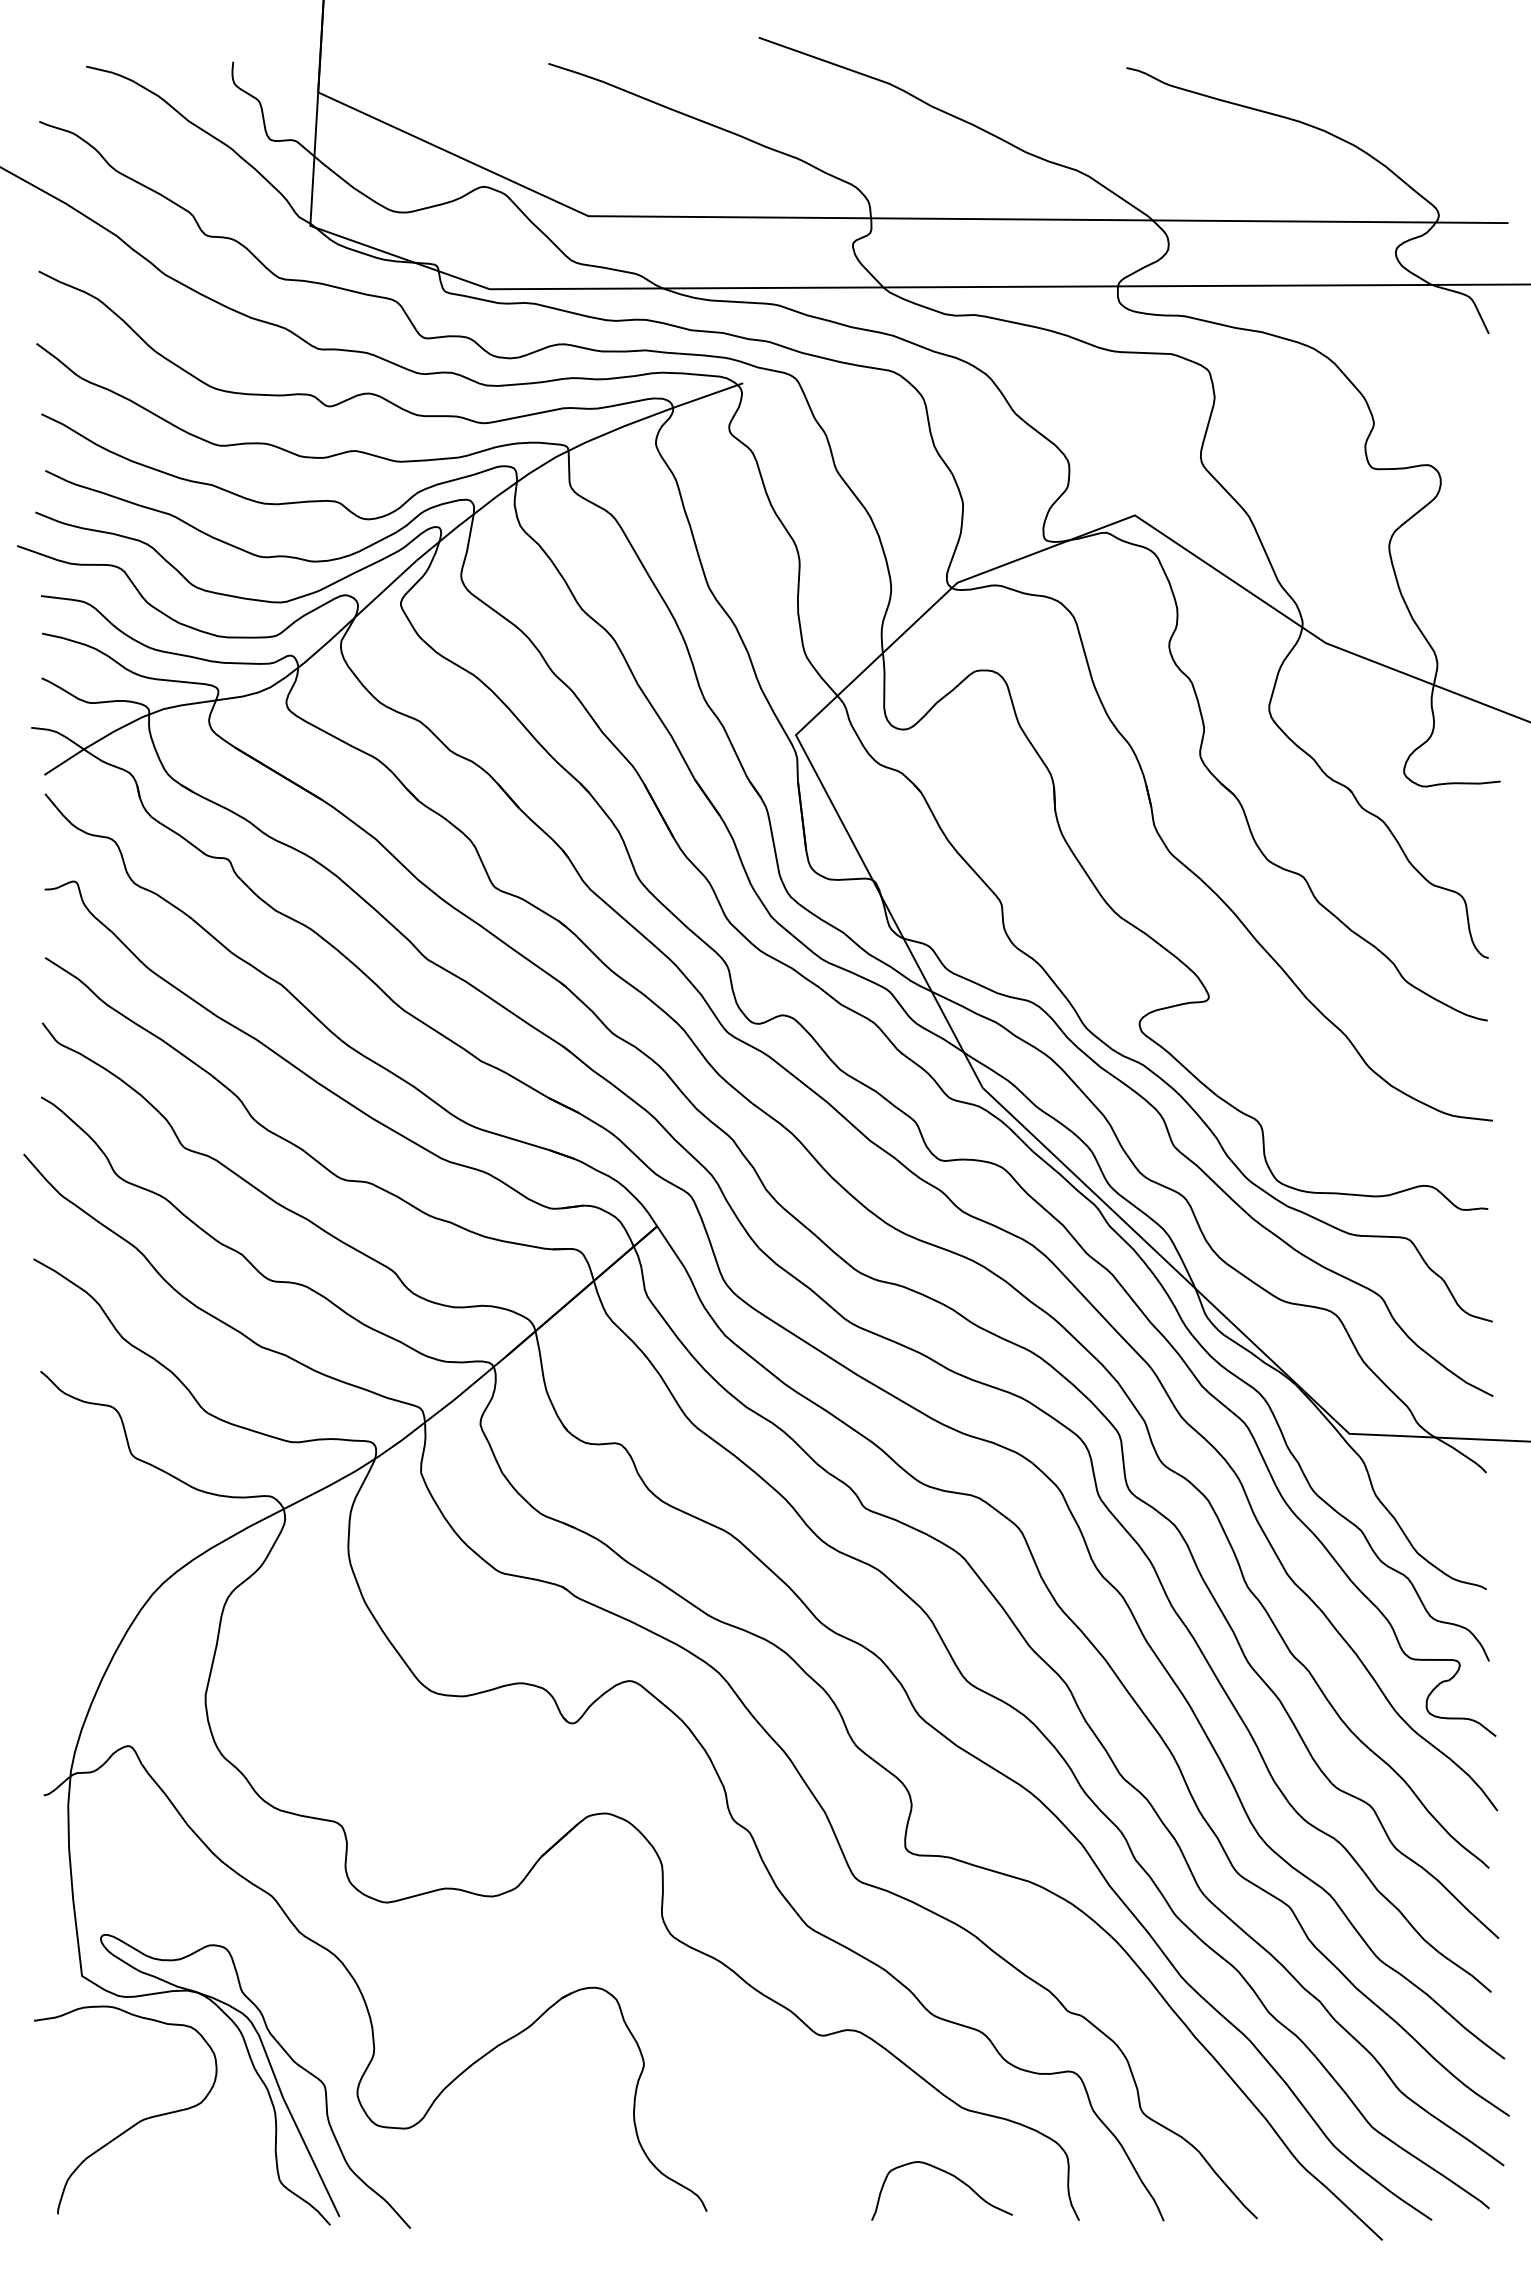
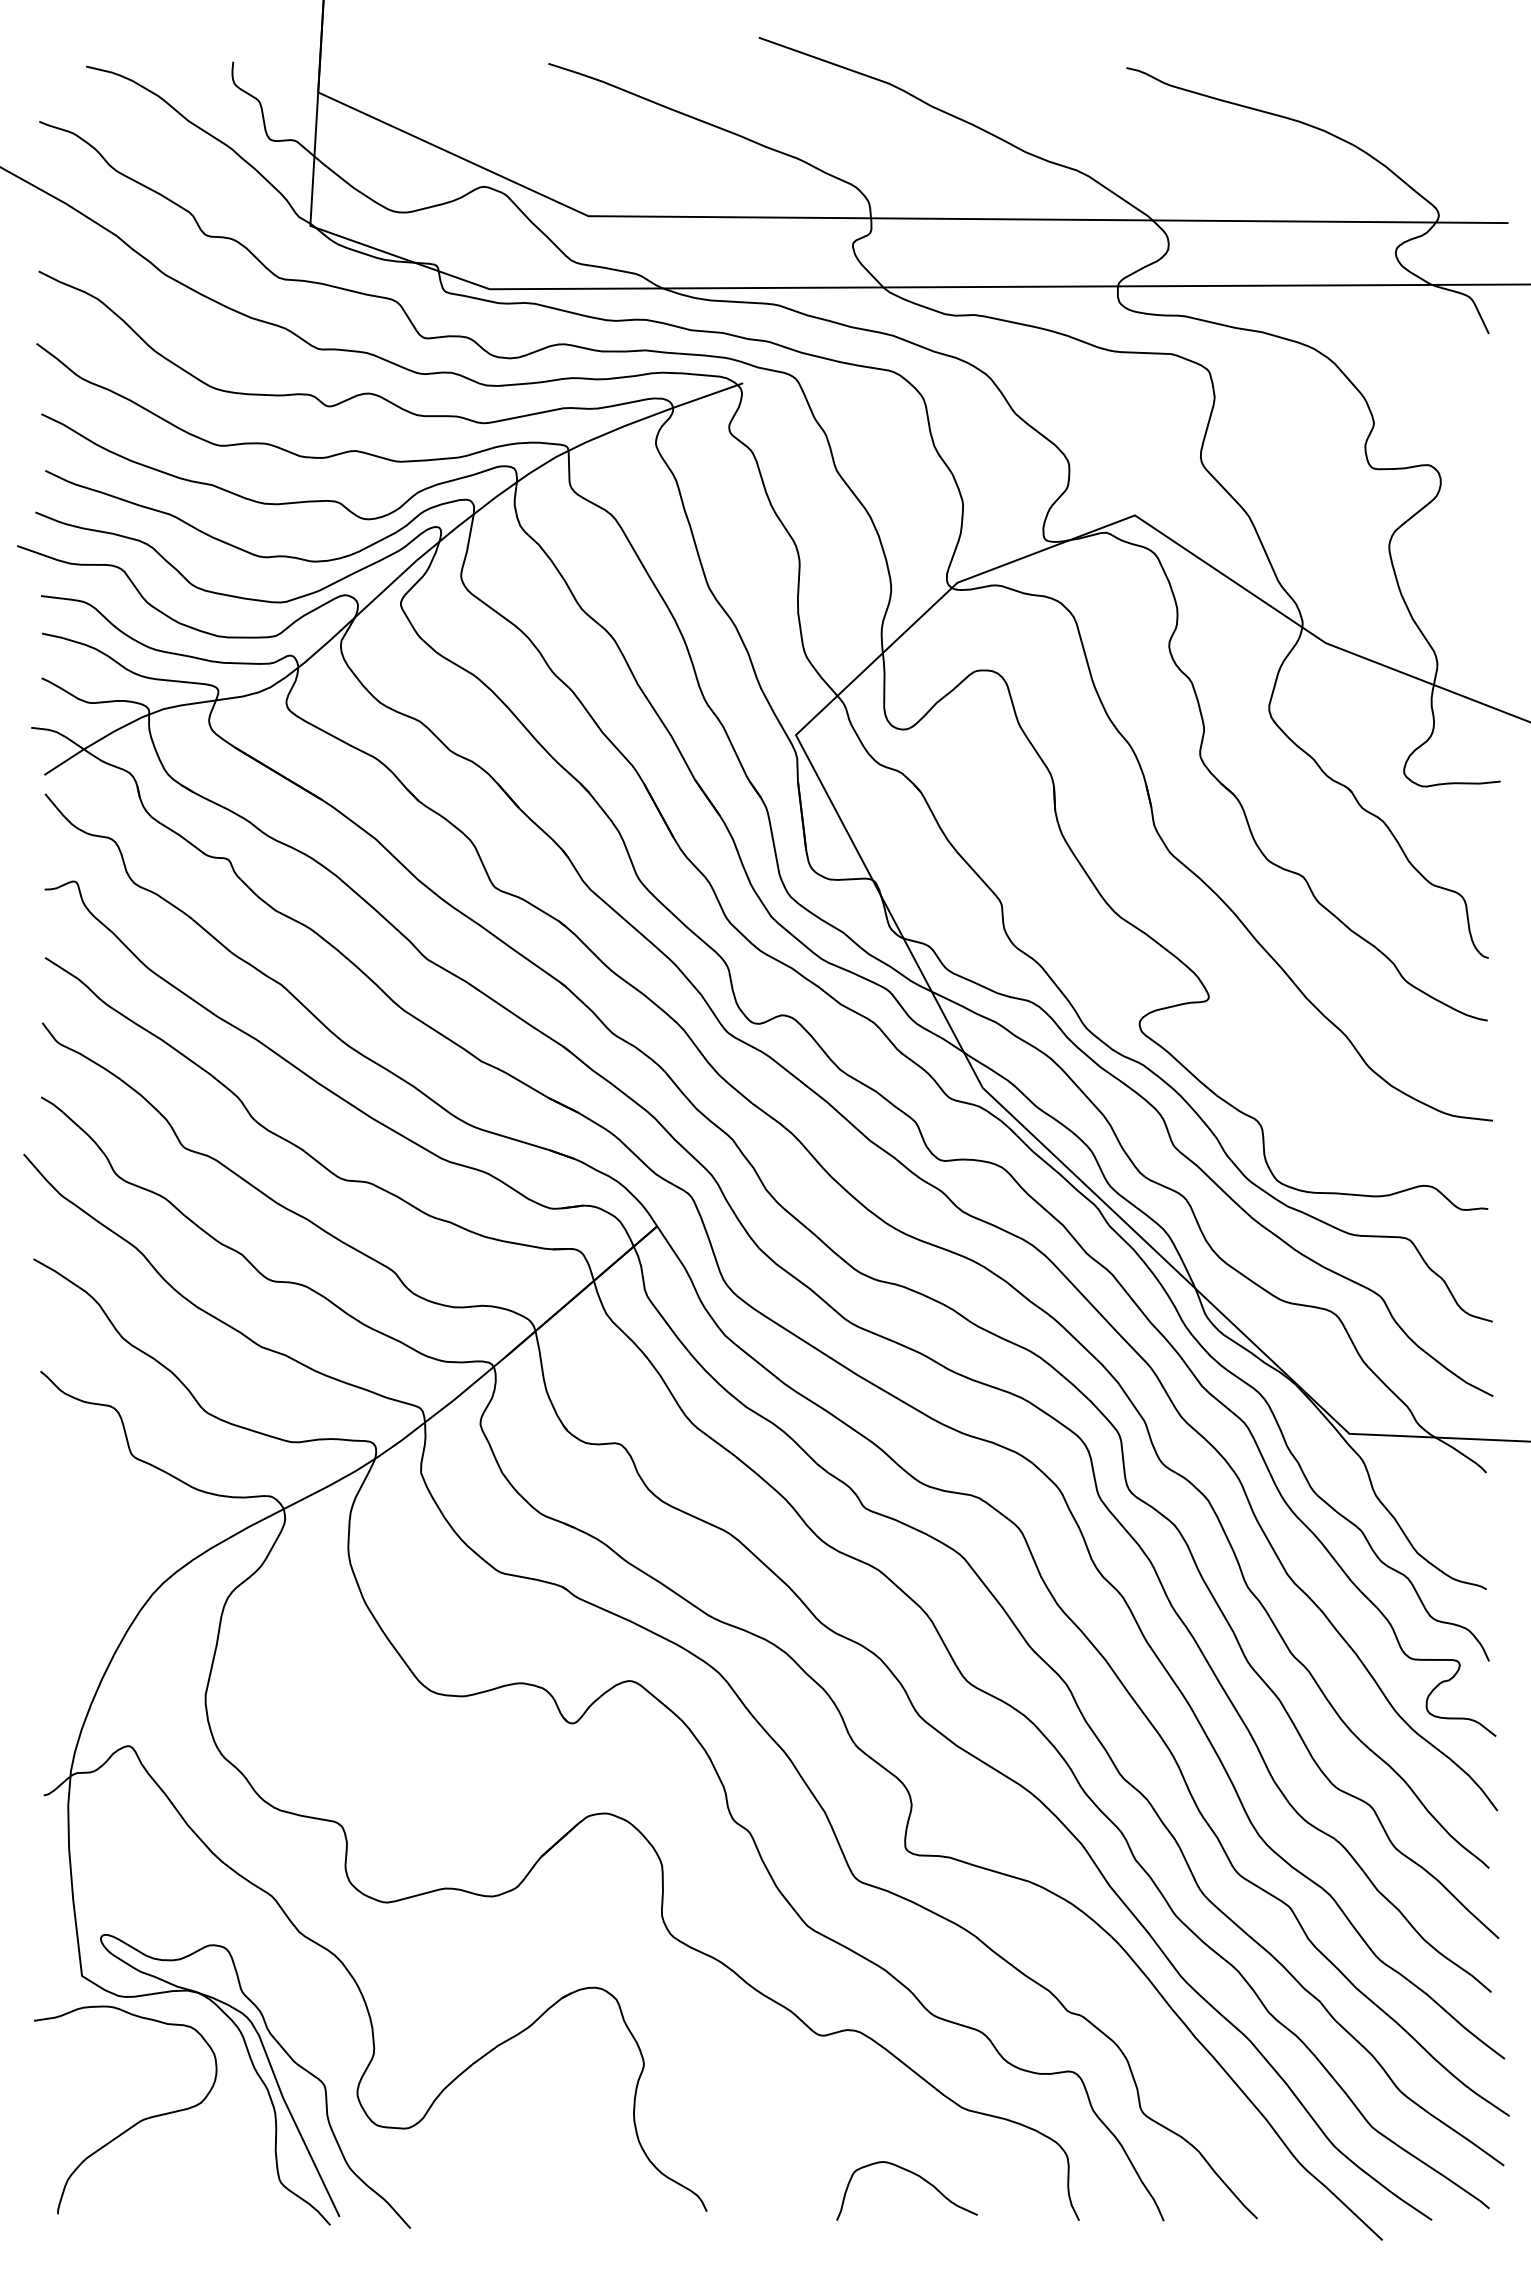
curve at (948, 2174) position: (948, 2174) -> (913, 2174)
